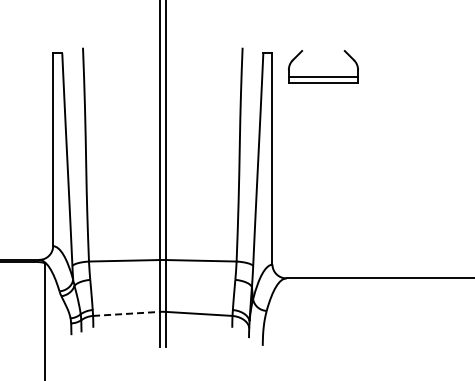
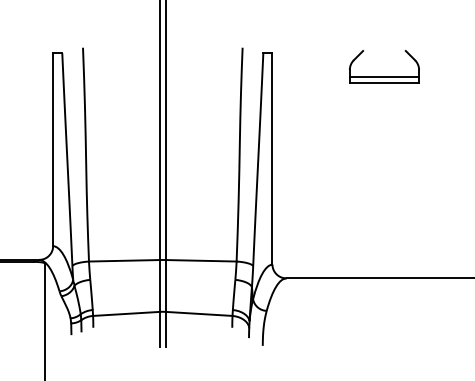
part at (323, 76) position: (323, 76) -> (384, 76)
line at (126, 313): dashed -> solid
